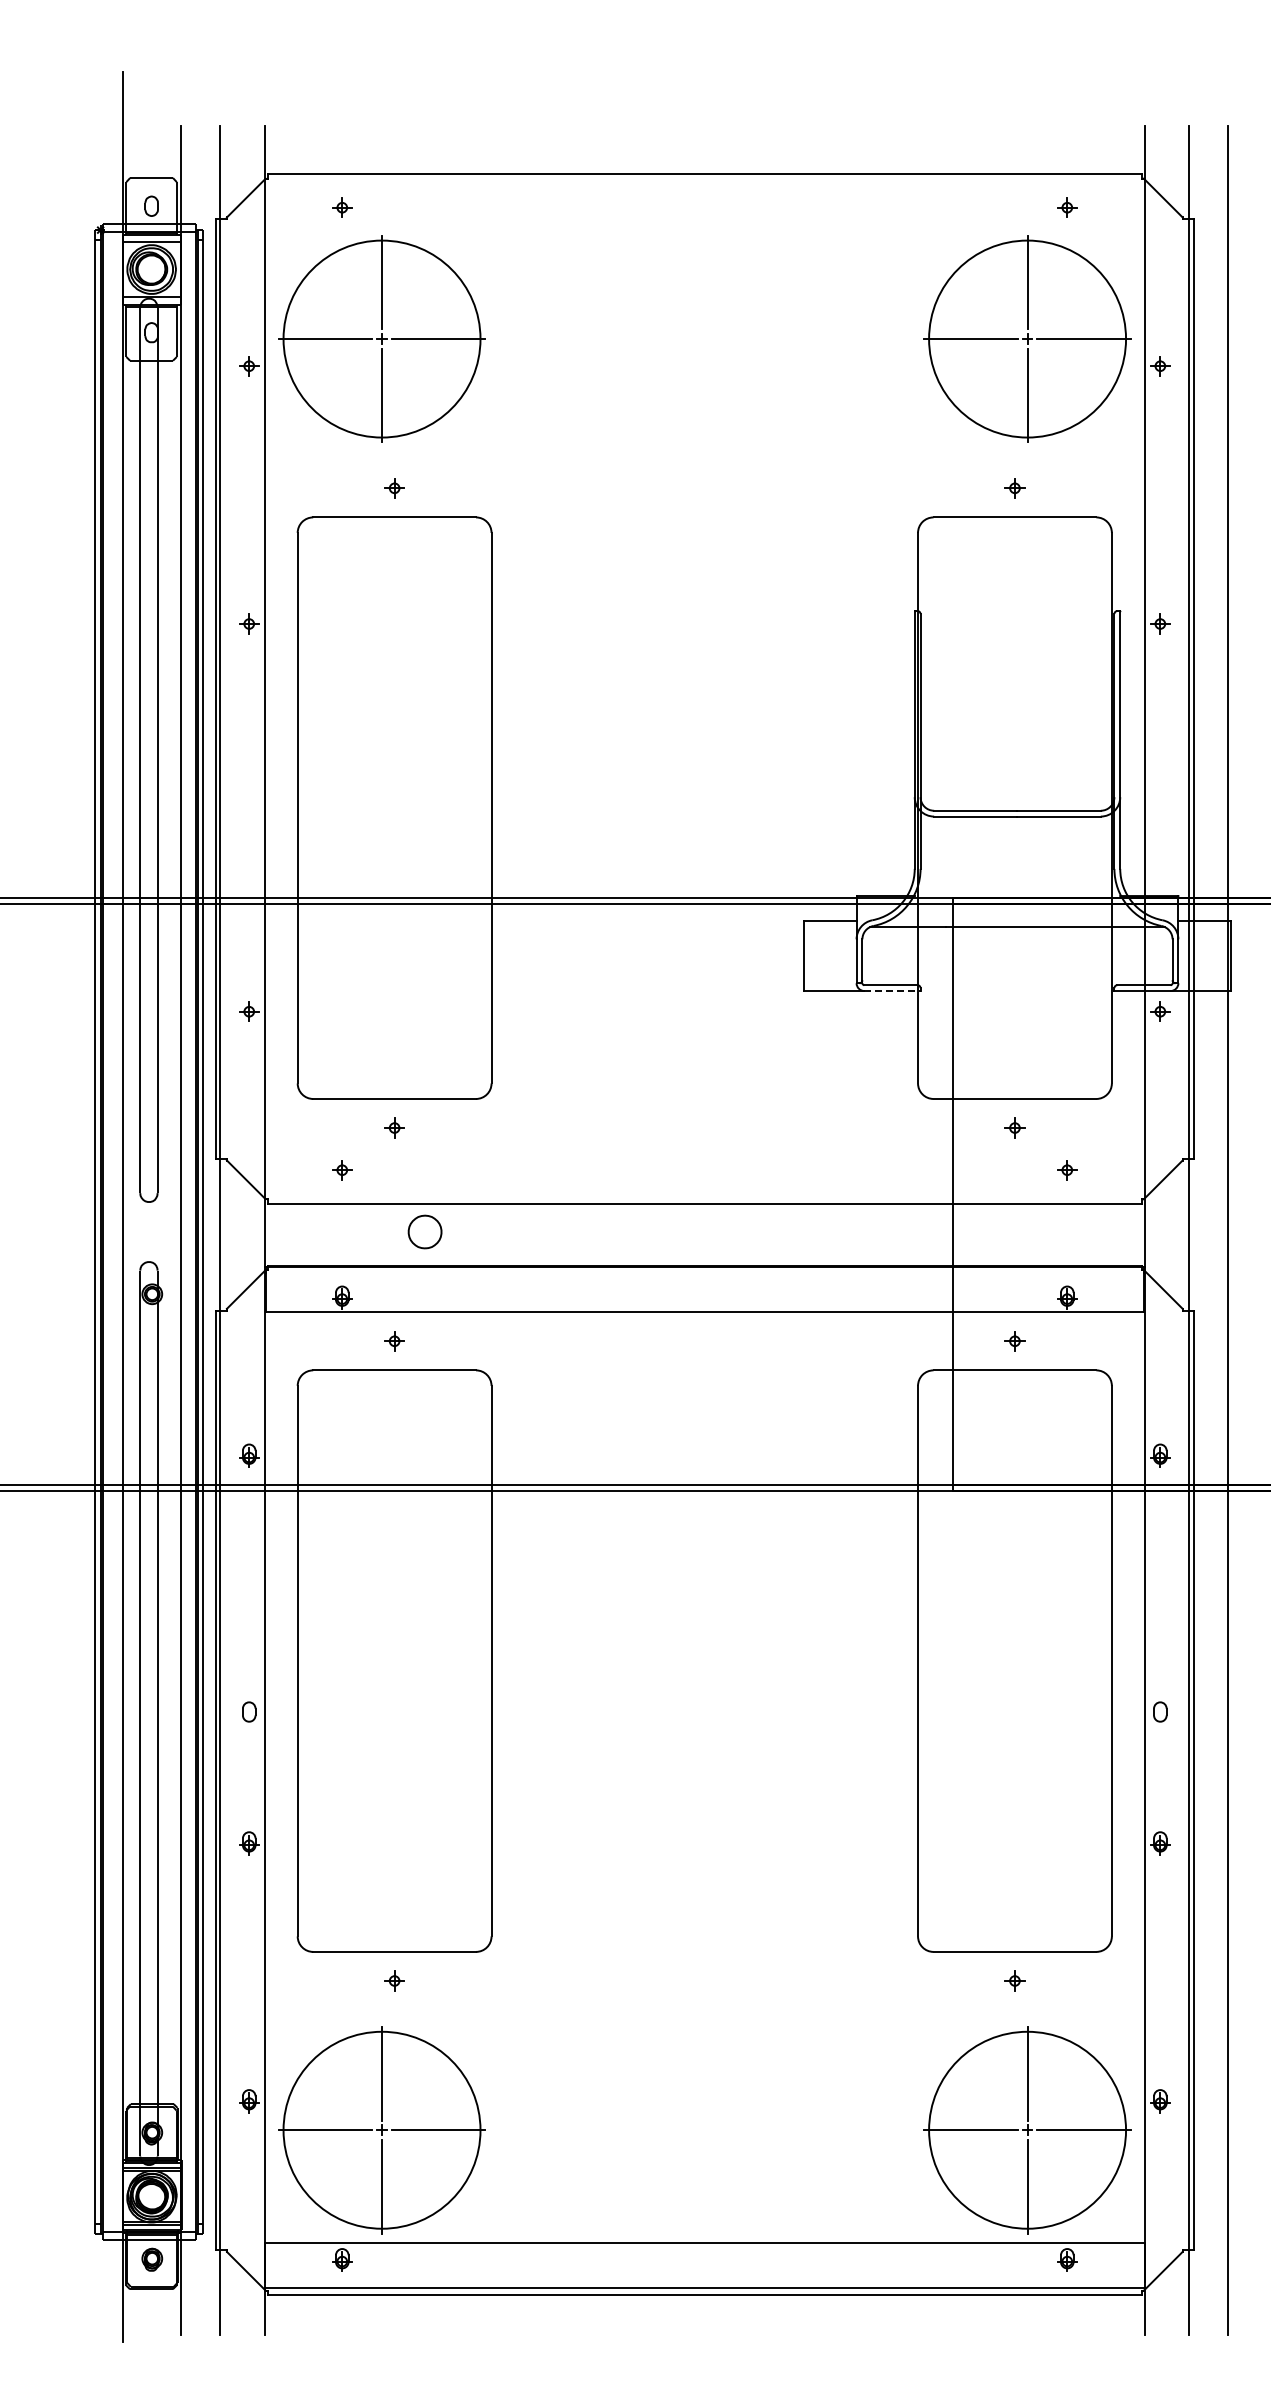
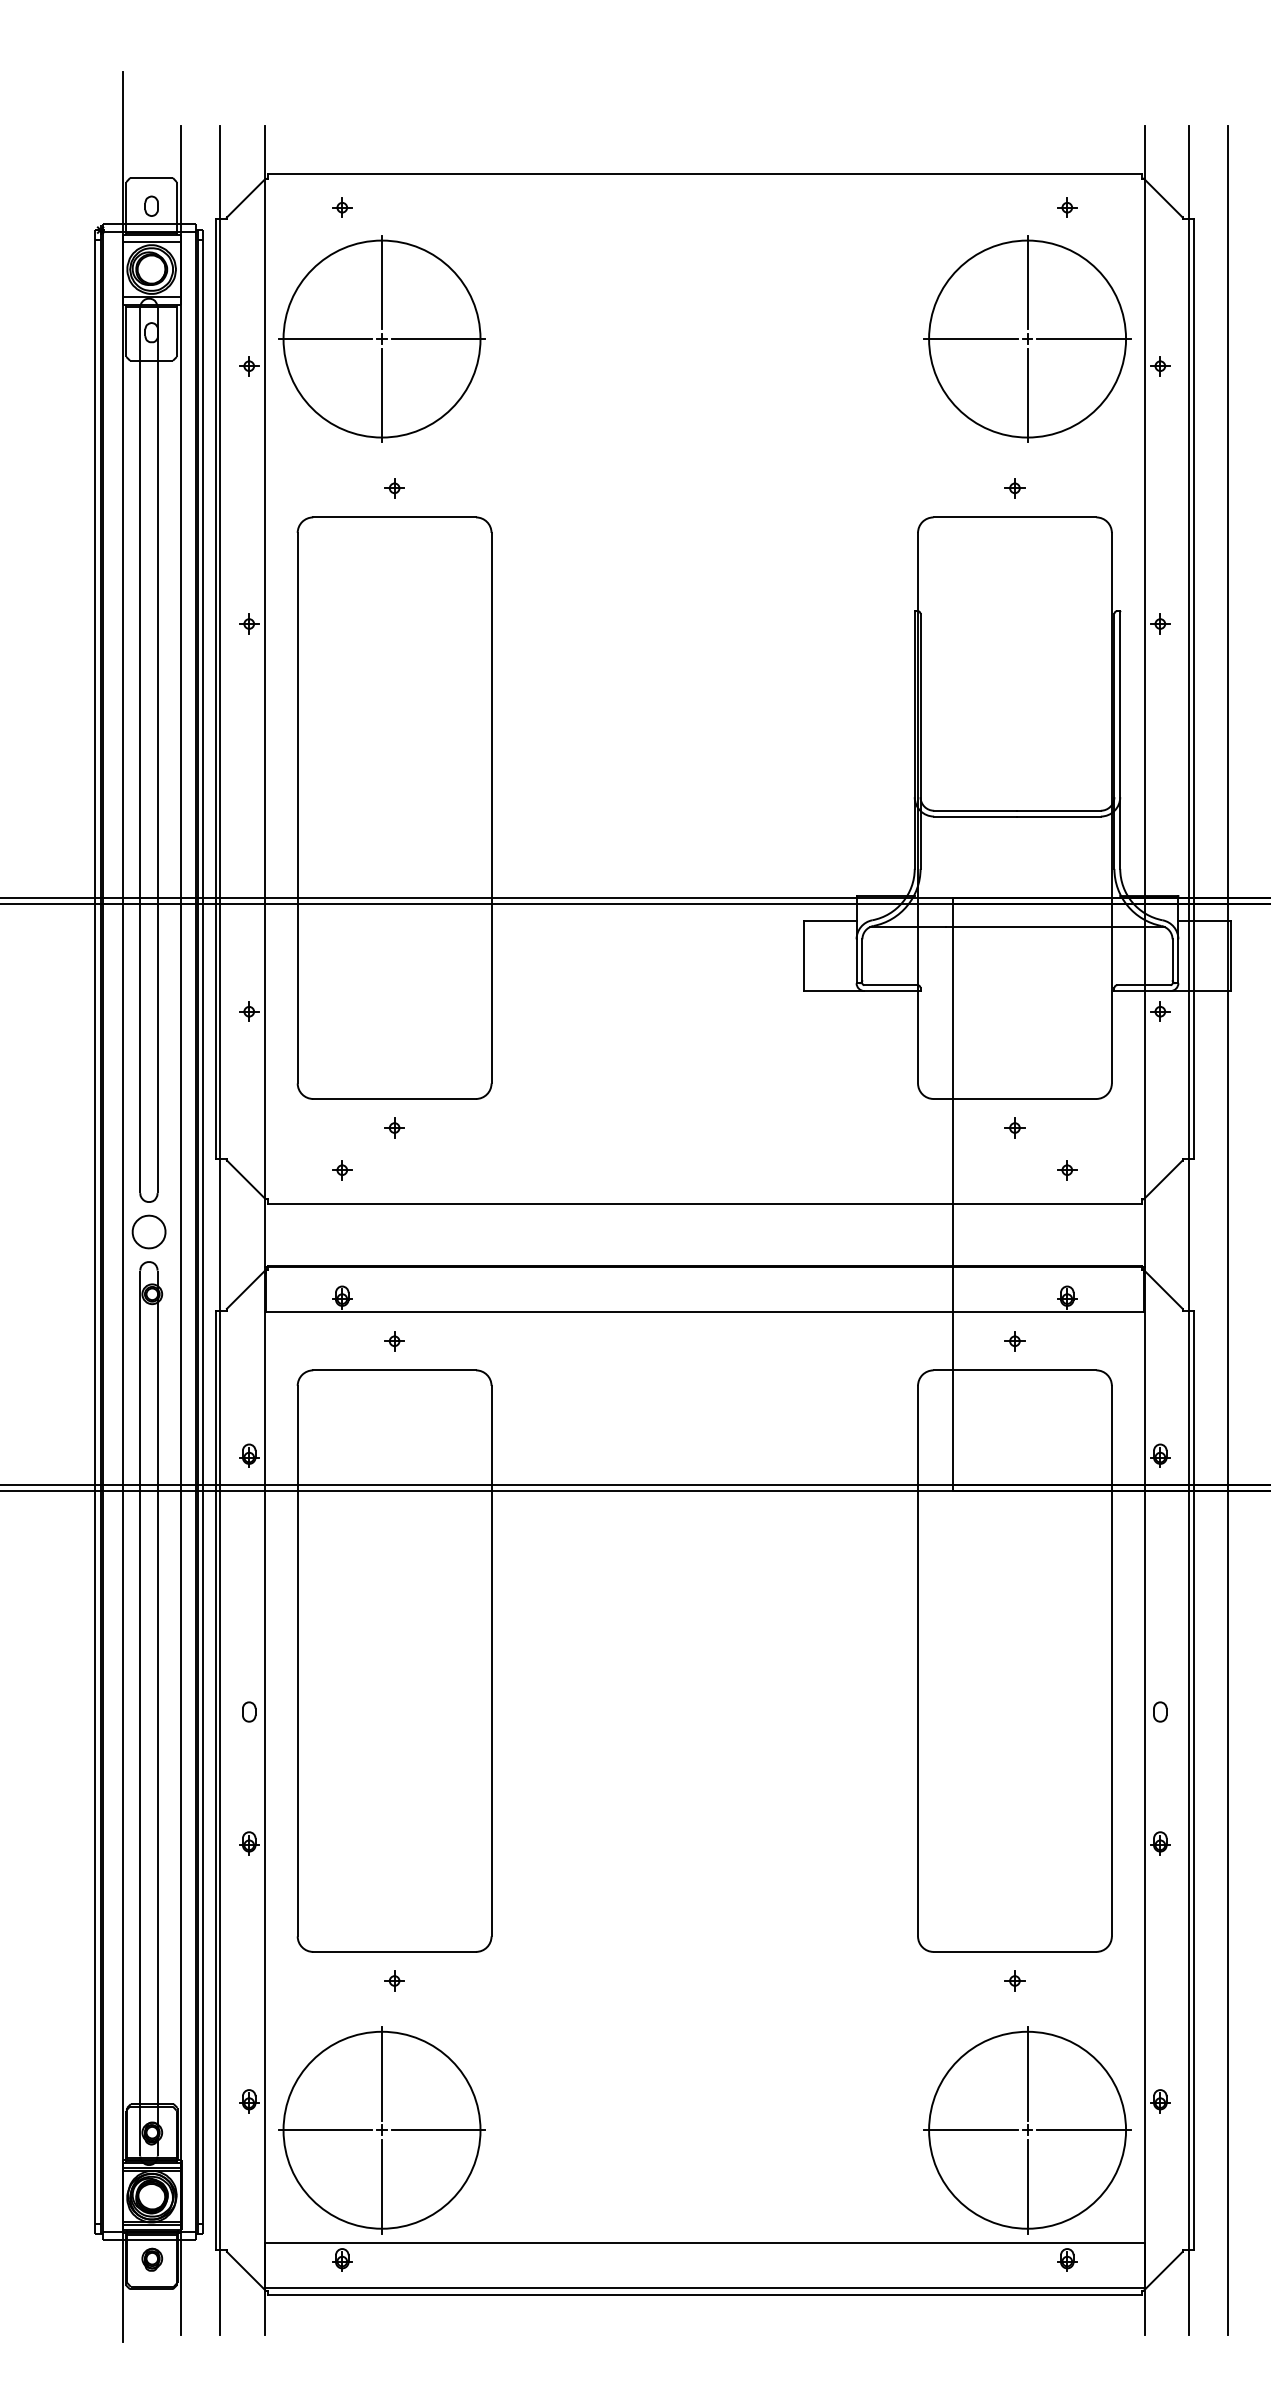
line at (892, 991): dashed -> solid
part at (424, 1231) position: (424, 1231) -> (148, 1231)
